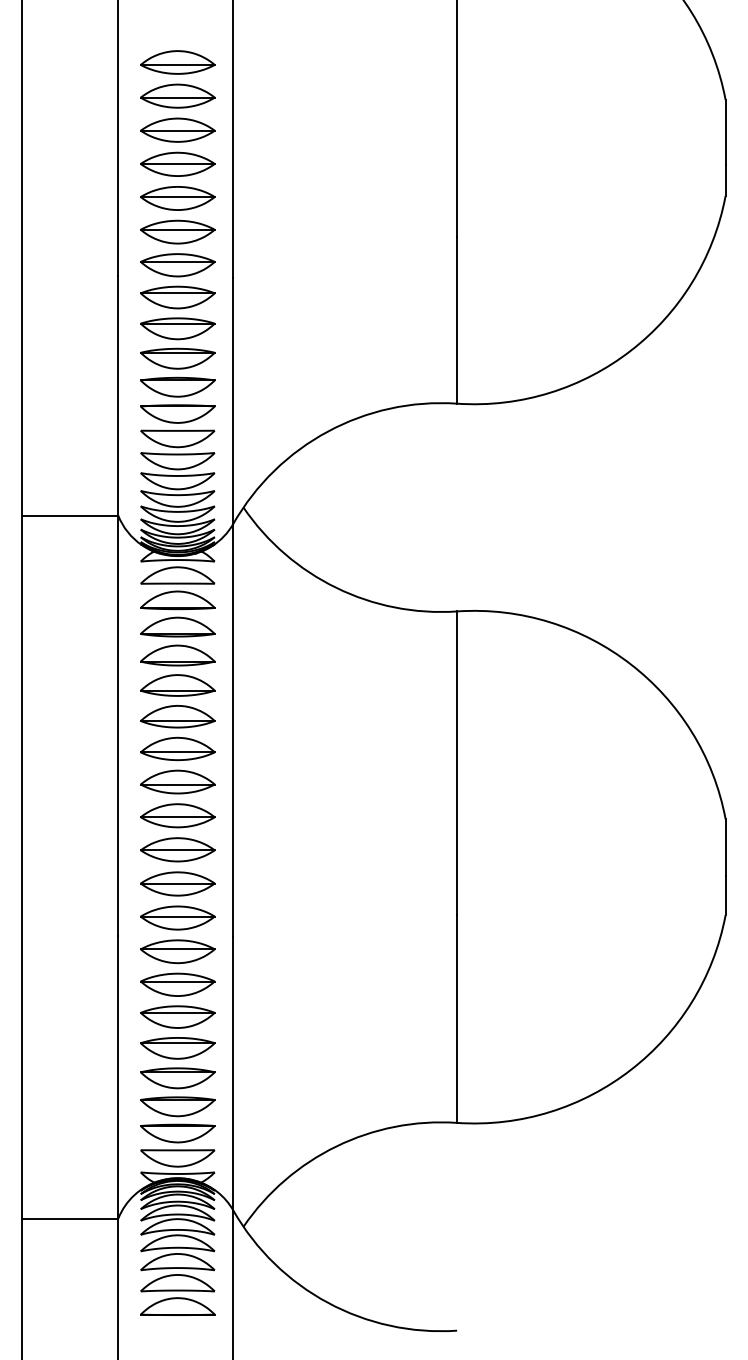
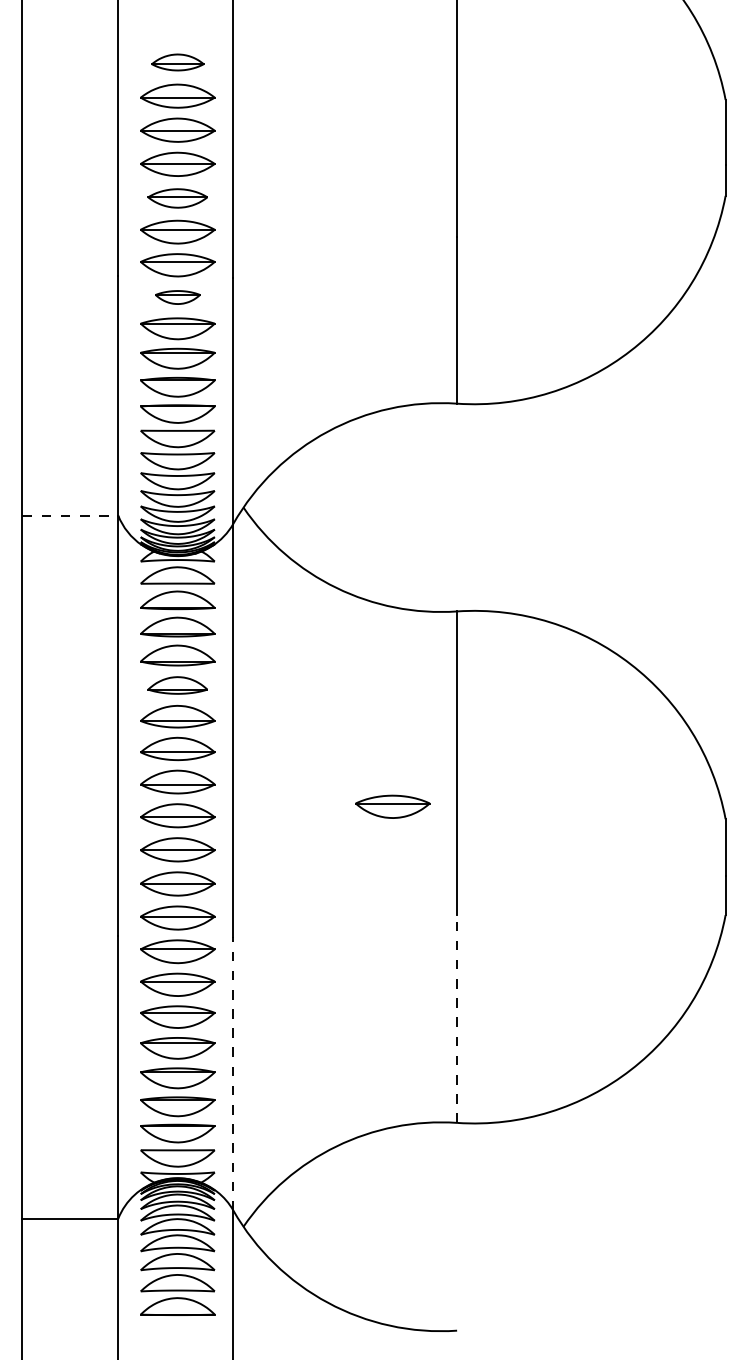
part at (177, 62) size: 76x25 px -> 54x19 px
part at (177, 198) size: 76x25 px -> 61x21 px
part at (177, 297) size: 76x25 px -> 46x15 px
line at (70, 515): solid -> dashed
part at (177, 685) size: 76x23 px -> 61x19 px
part at (392, 806): none -> present
line at (457, 1018): solid -> dashed
line at (233, 1073): solid -> dashed
